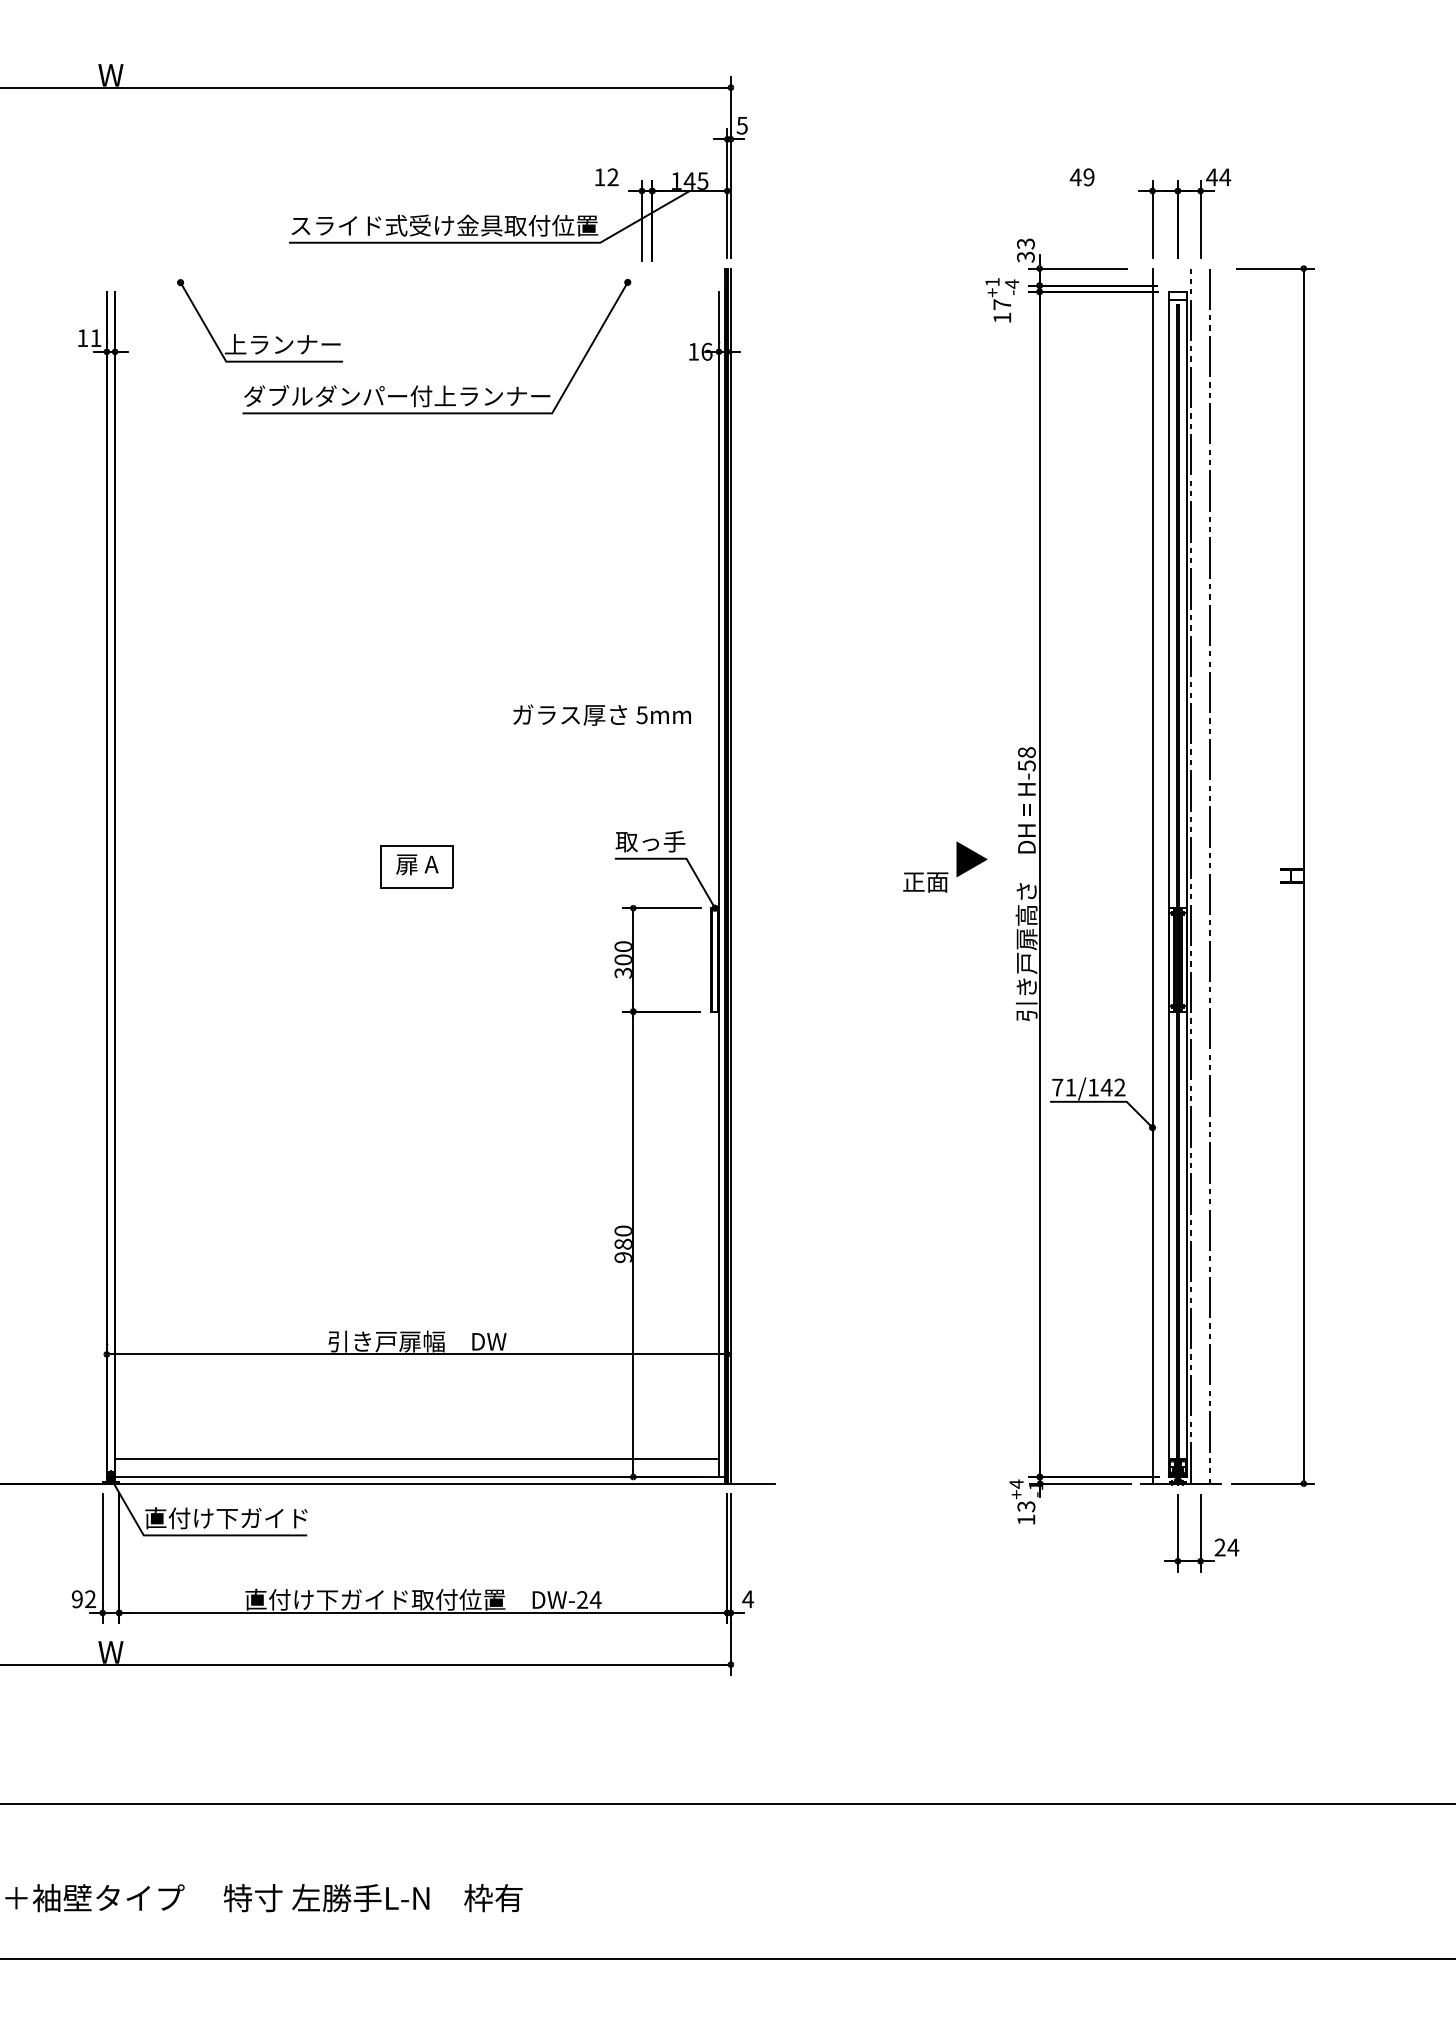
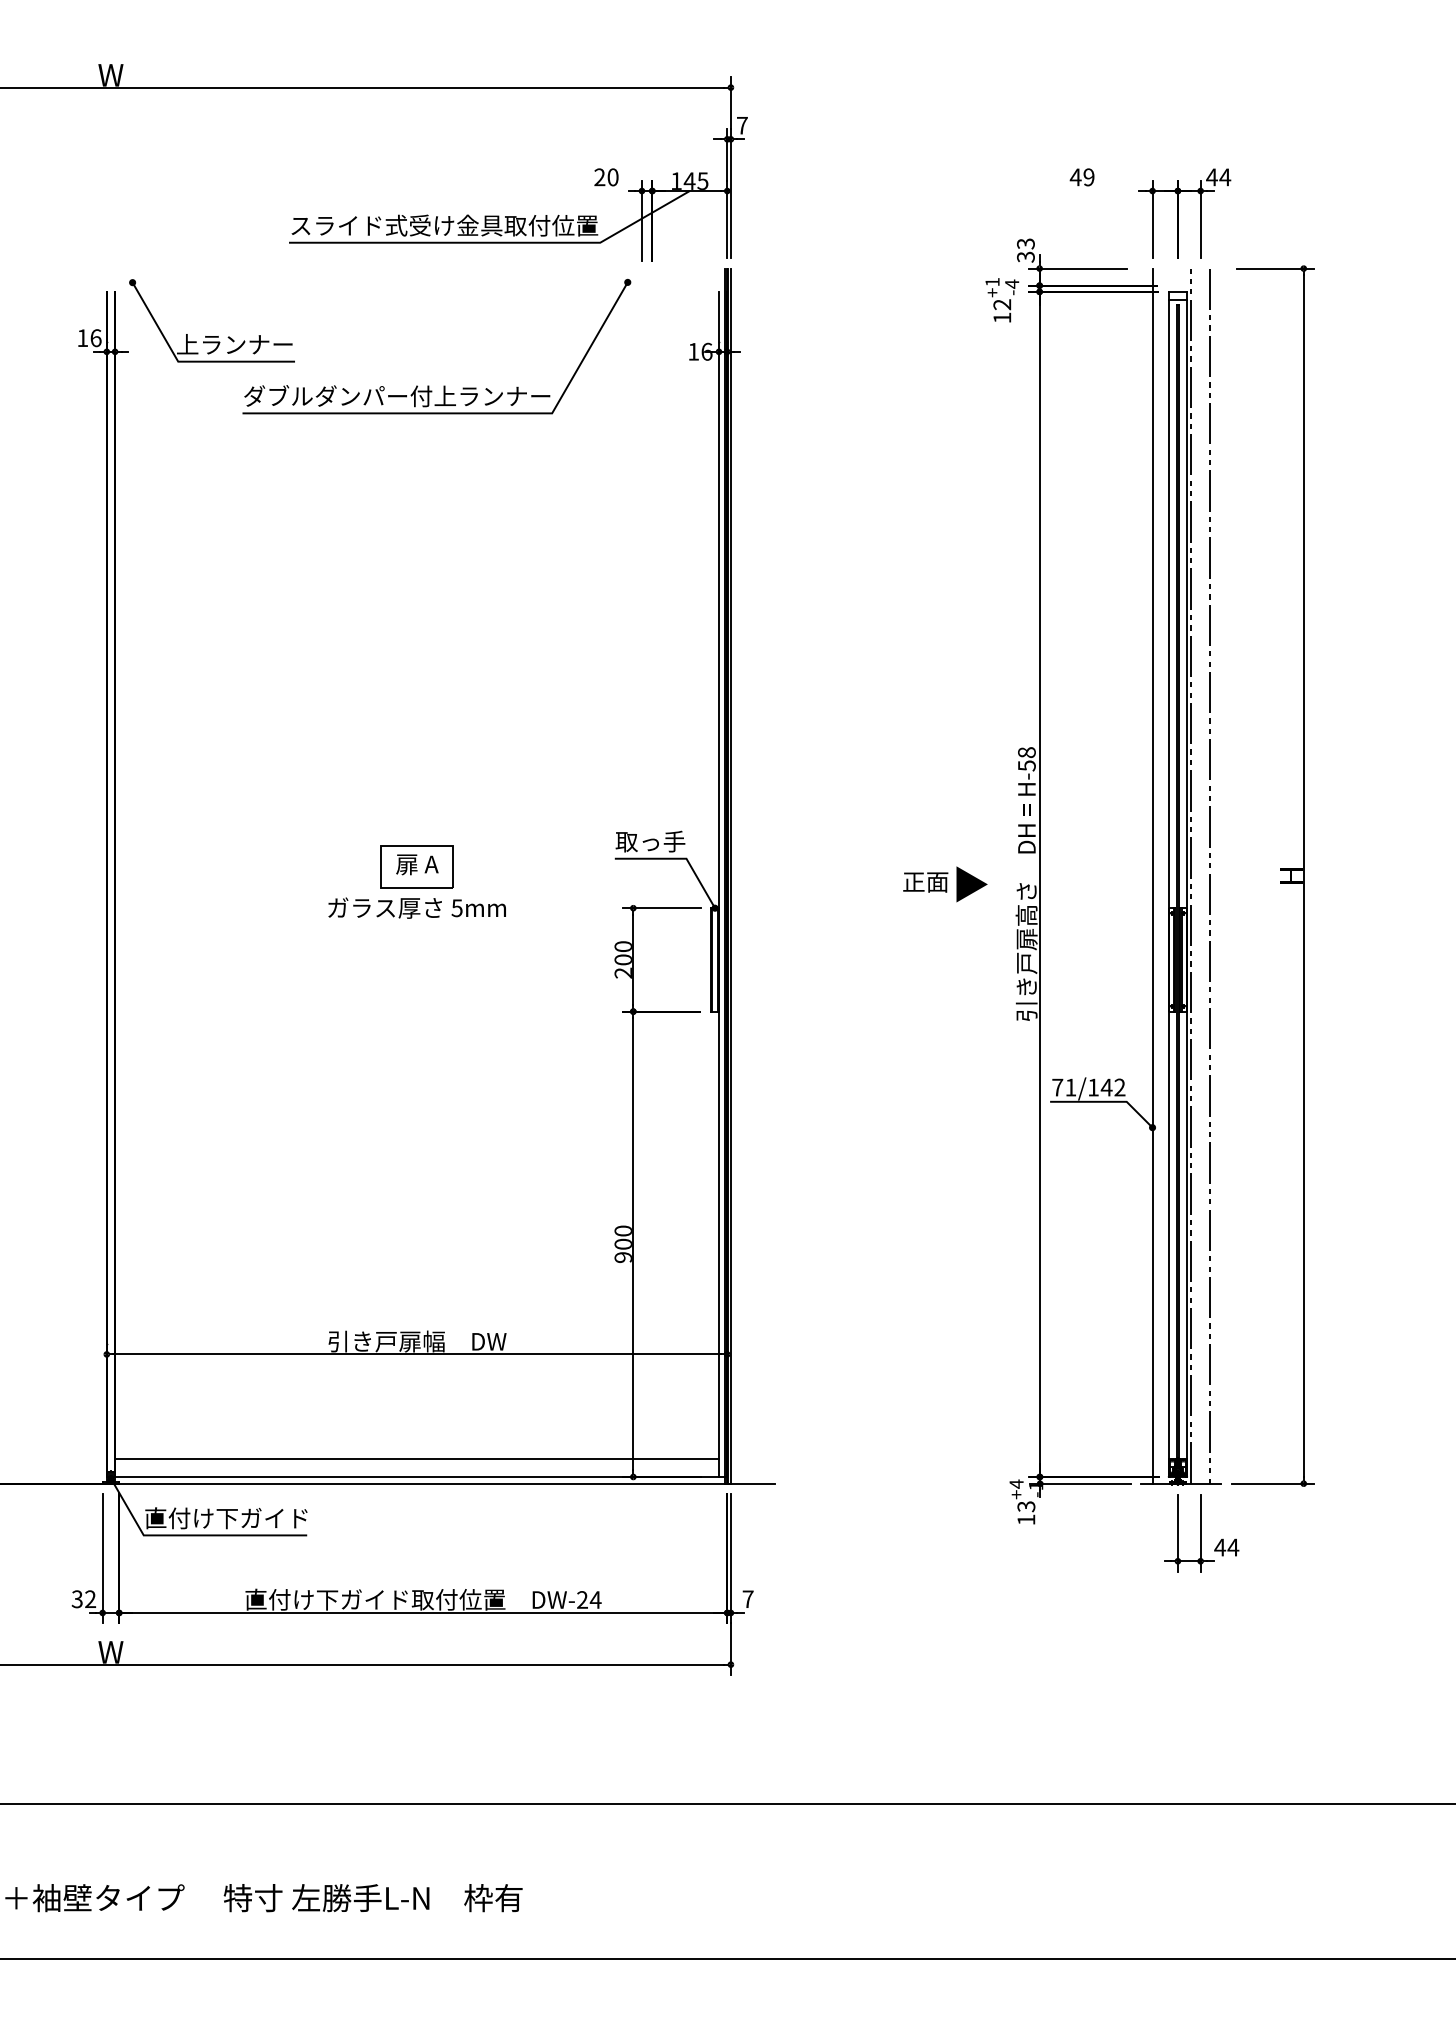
text at (741, 125): 5 -> 7
text at (606, 177): 12 -> 20
text at (1002, 304): 17 -> 12
part at (259, 336) position: (259, 336) -> (211, 336)
text at (95, 338): 11 -> 16
text at (601, 714) position: (601, 714) -> (416, 907)
part at (971, 859) position: (971, 859) -> (971, 884)
text at (623, 972): 300 -> 200
text at (623, 1243): 980 -> 900
text at (1220, 1547): 24 -> 44
text at (748, 1598): 4 -> 7
text at (76, 1599): 92 -> 32
